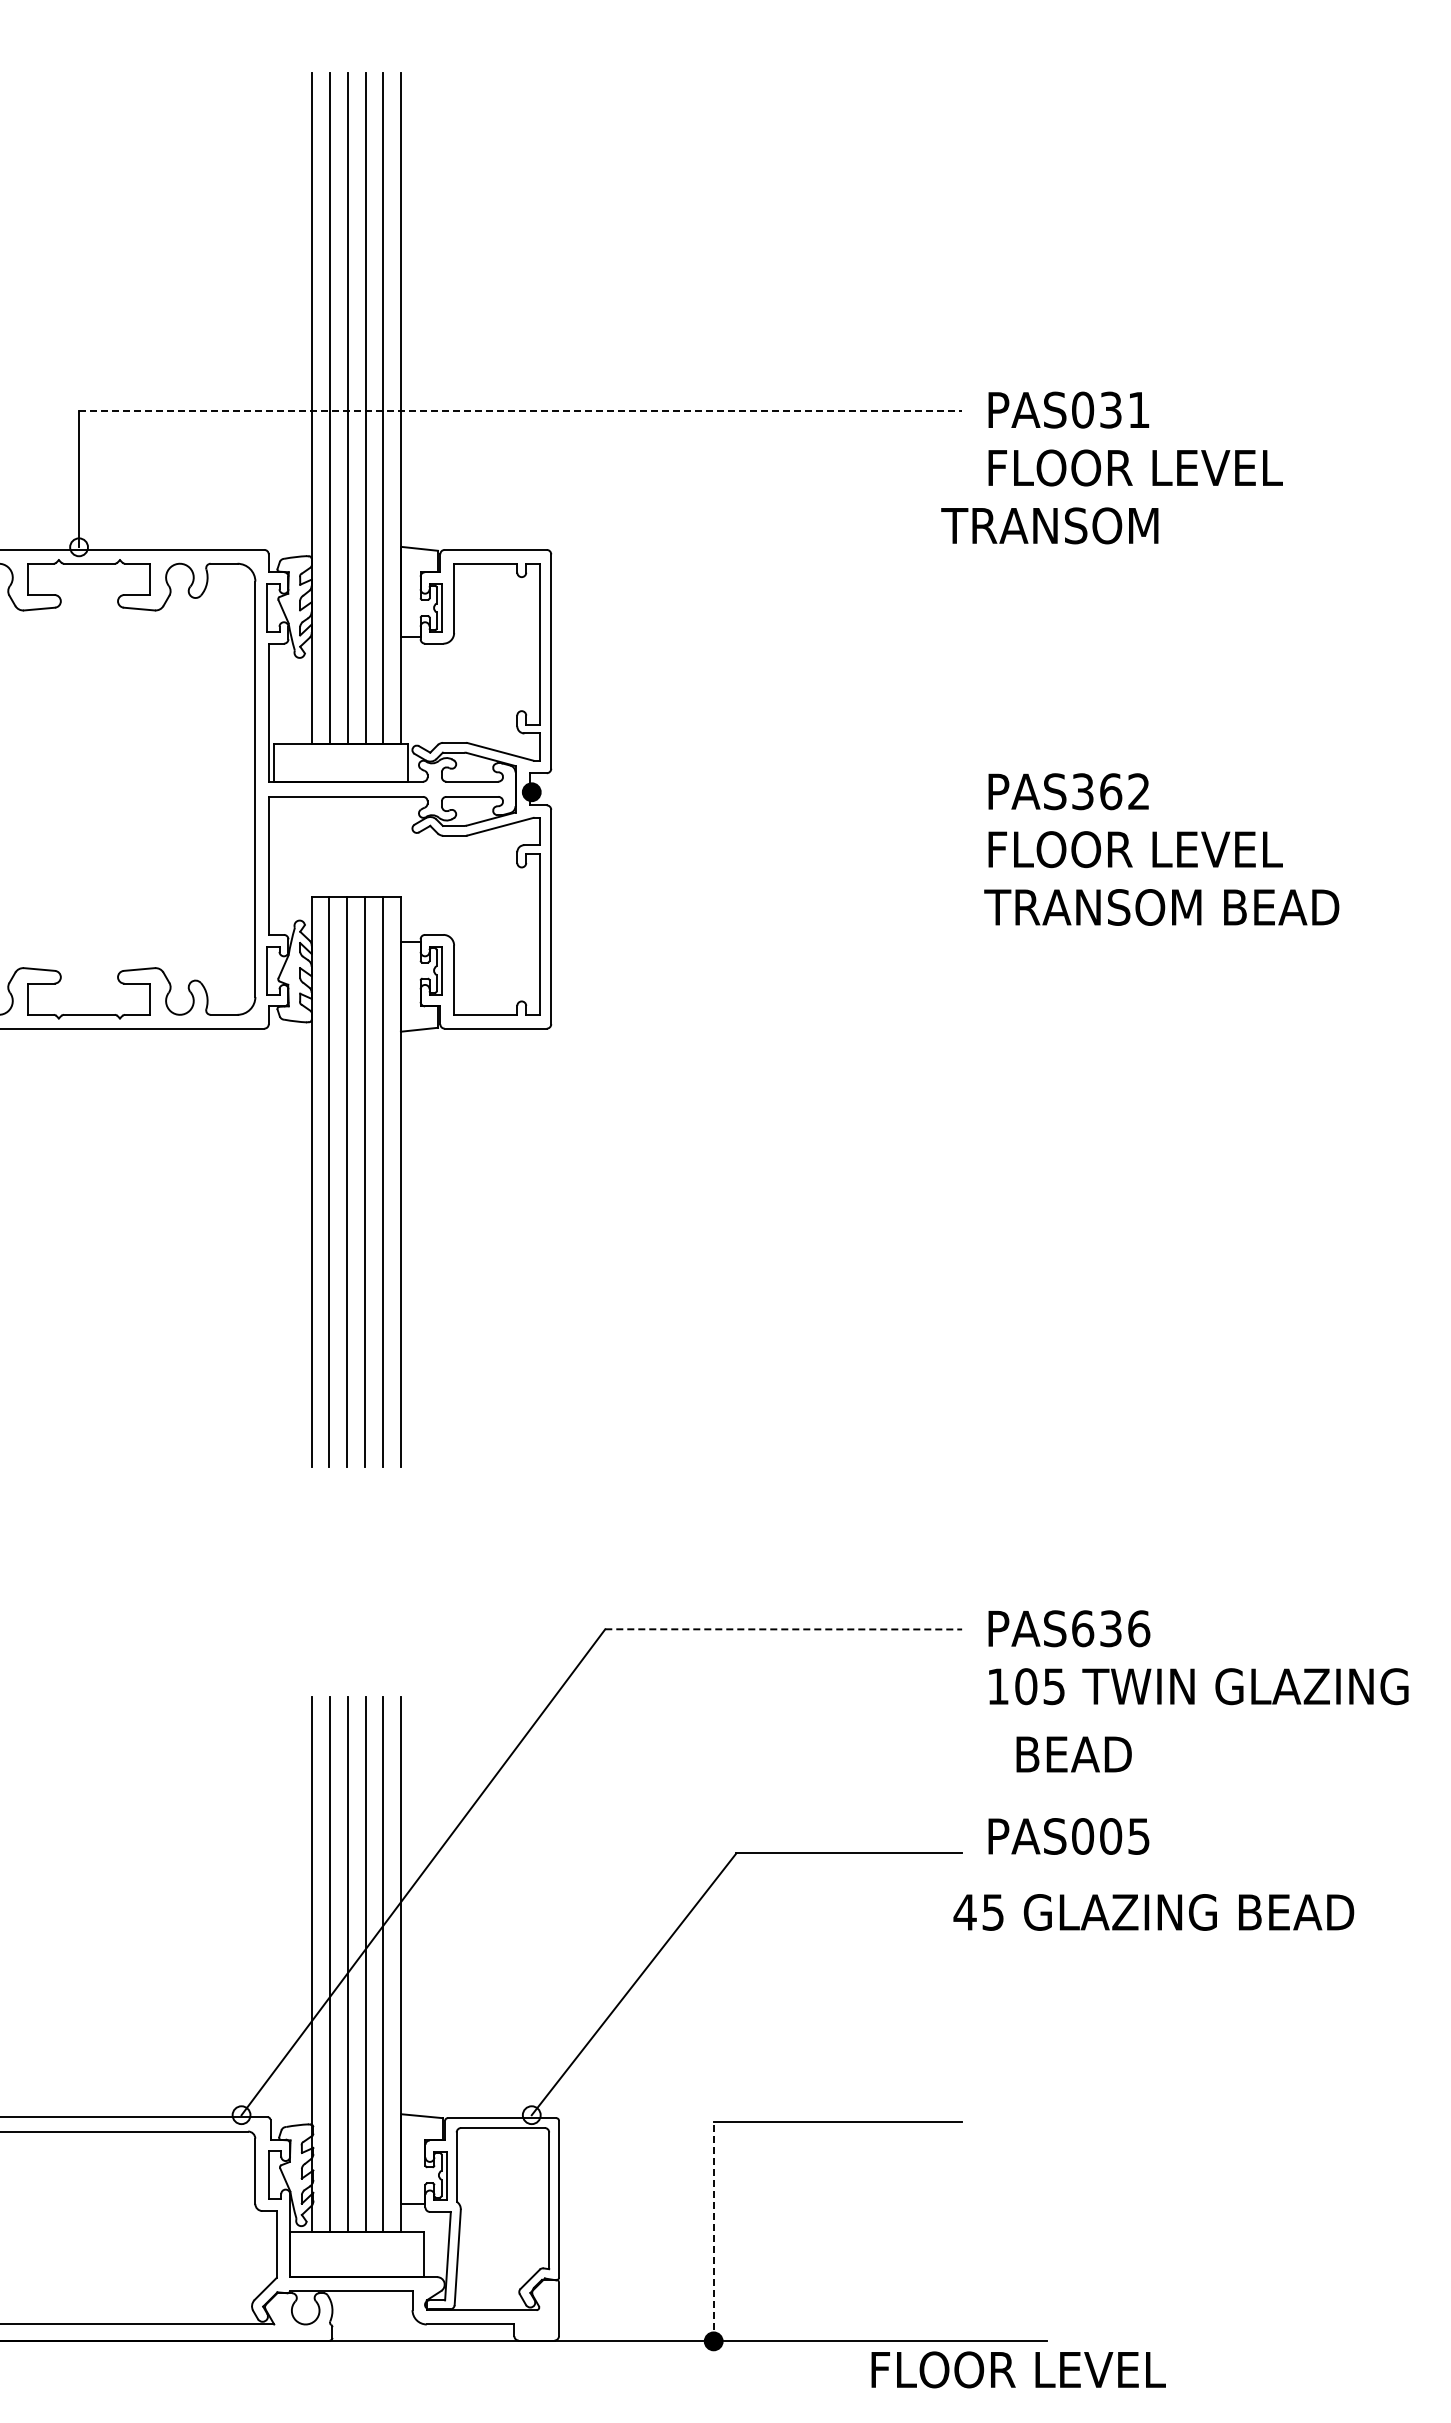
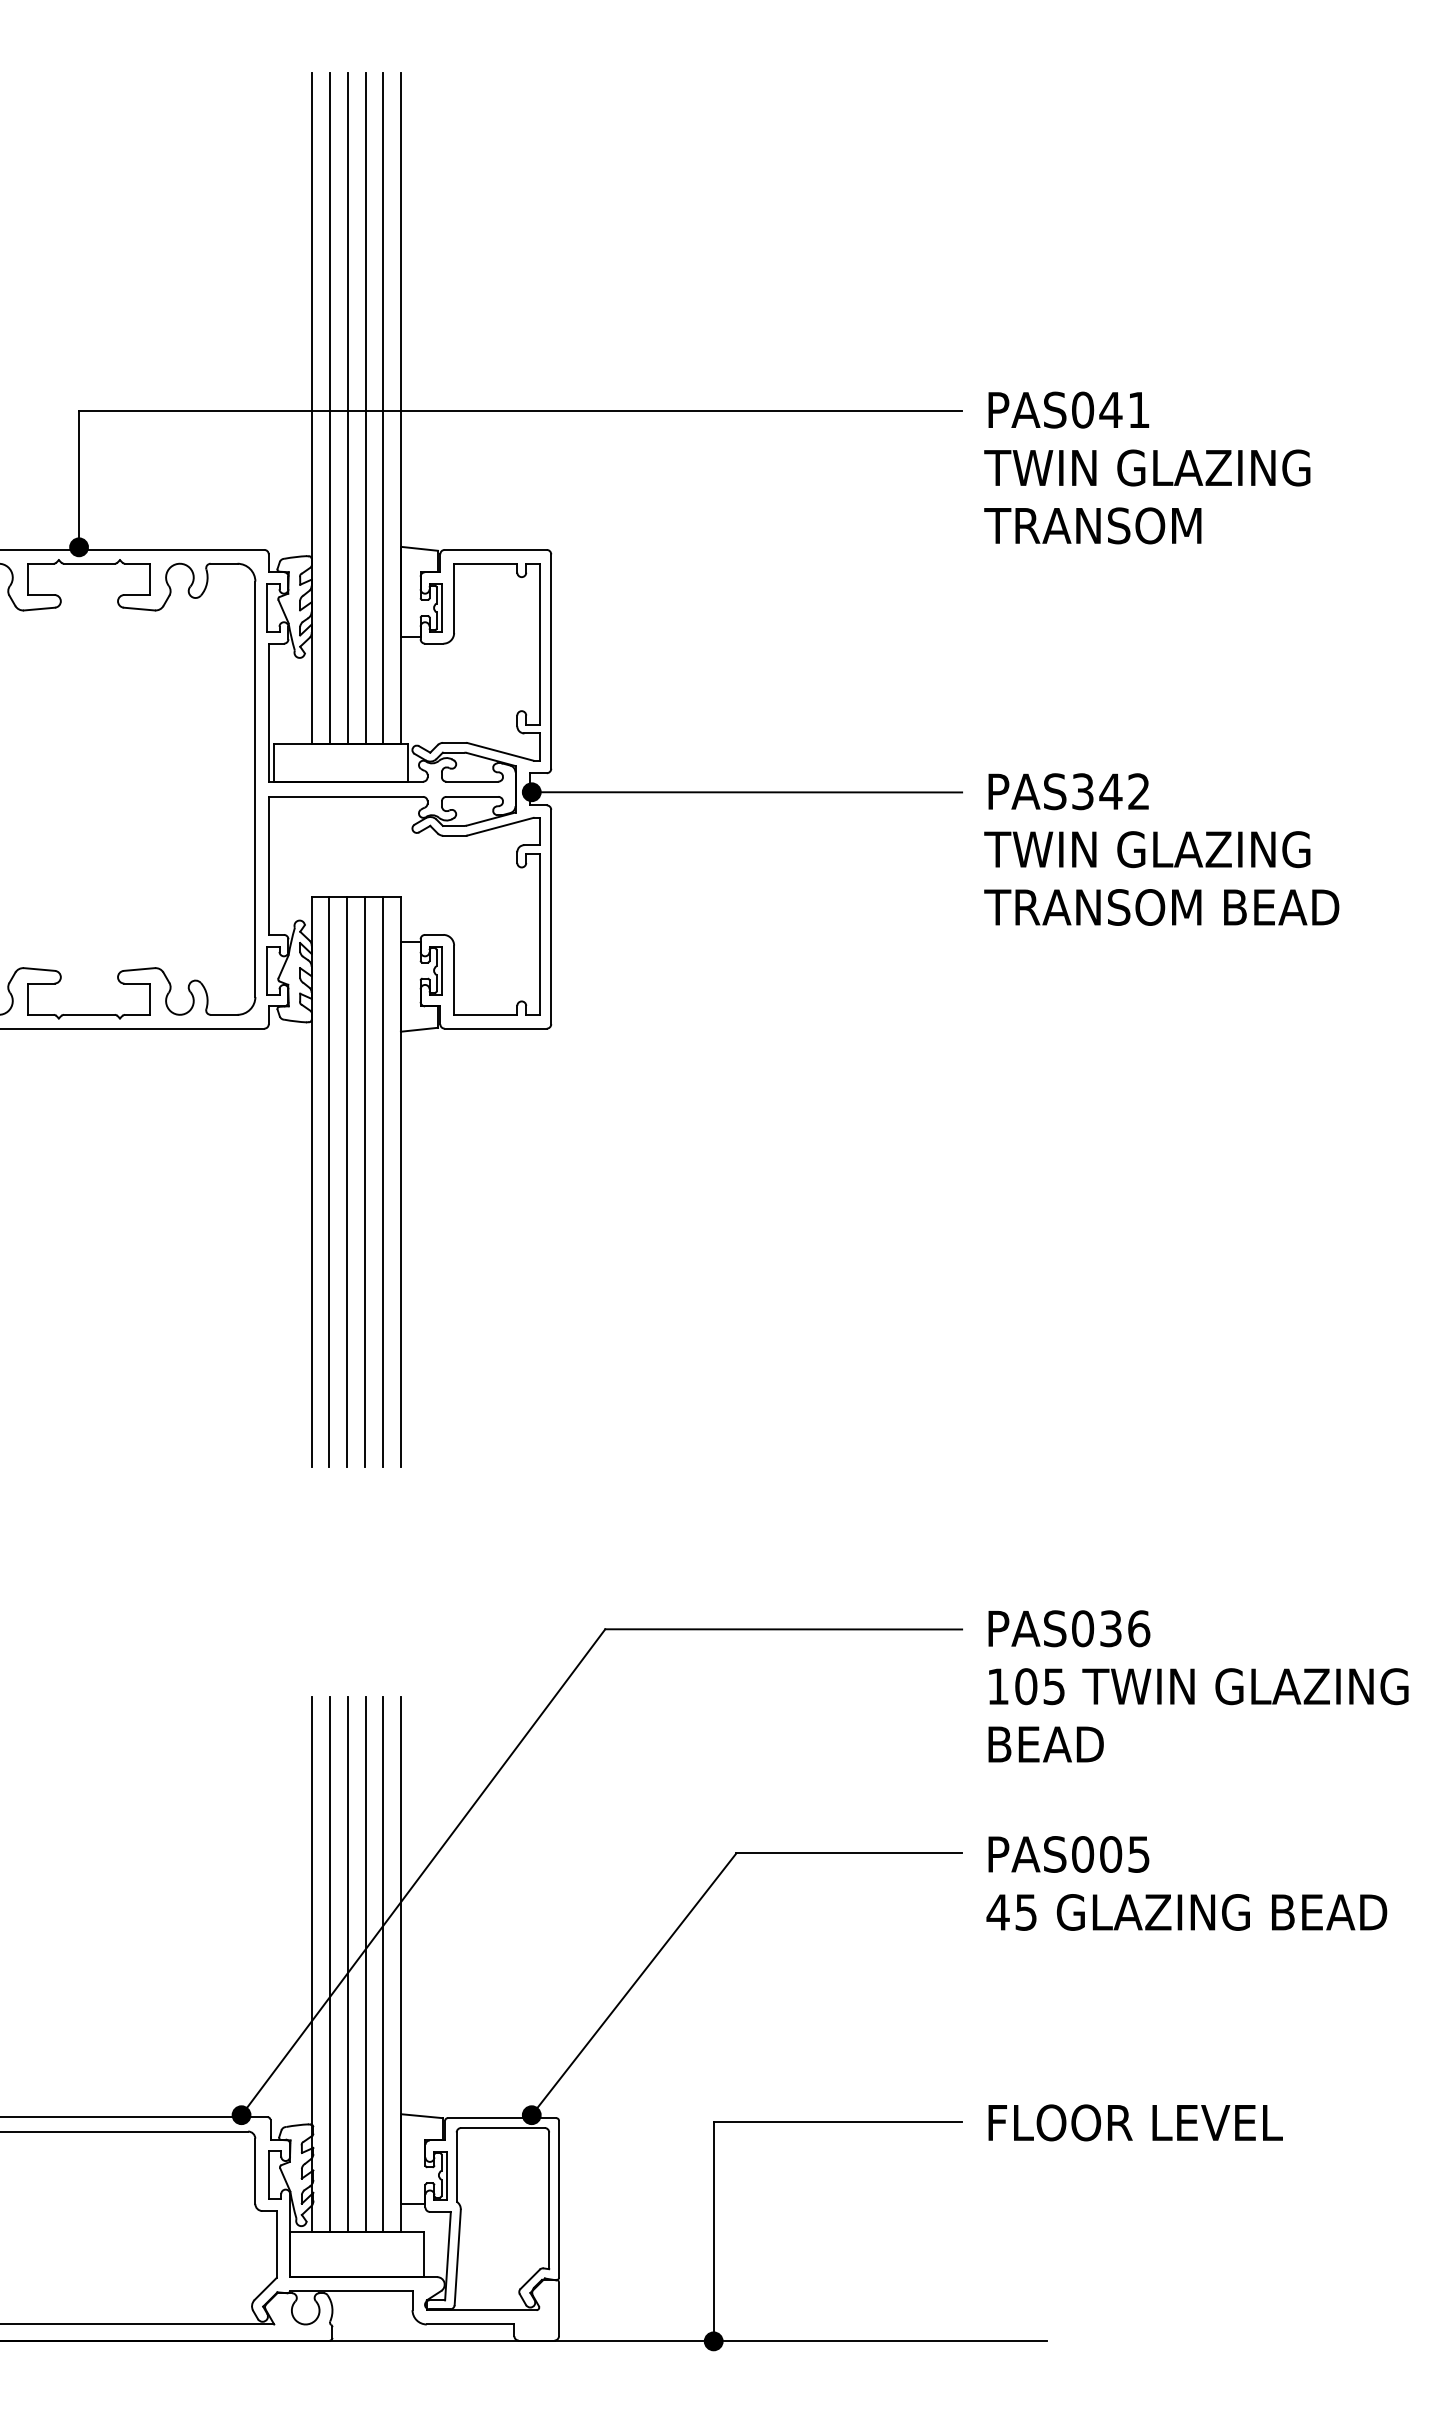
text at (1110, 409): PAS031 -> PAS041
line at (520, 410): dashed -> solid
text at (1147, 467): FLOOR LEVEL -> TWIN GLAZING
text at (1049, 525) position: (1049, 525) -> (1092, 525)
fill at (79, 547): none -> present
text at (1110, 791): PAS362 -> PAS342
line at (746, 792): none -> present
text at (1147, 849): FLOOR LEVEL -> TWIN GLAZING
text at (1083, 1628): PAS636 -> PAS036
line at (784, 1629): dashed -> solid
text at (1073, 1754) position: (1073, 1754) -> (1045, 1744)
text at (1068, 1836) position: (1068, 1836) -> (1068, 1854)
text at (1153, 1912) position: (1153, 1912) -> (1186, 1912)
fill at (241, 2115): none -> present
fill at (531, 2115): none -> present
line at (713, 2231): dashed -> solid
text at (1018, 2369) position: (1018, 2369) -> (1135, 2122)
